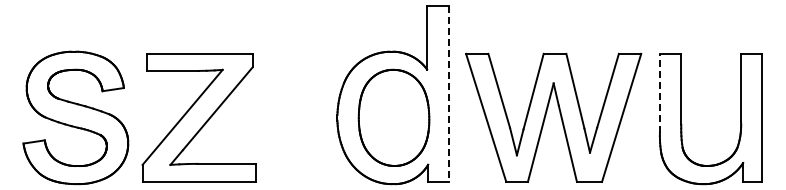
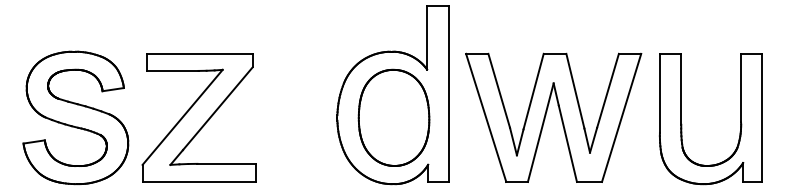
line at (659, 92): dashed -> solid
line at (448, 94): dashed -> solid
